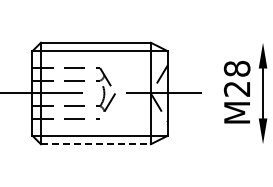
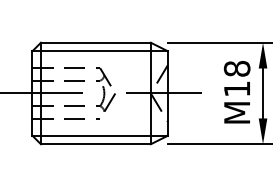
line at (218, 42): none -> present
text at (236, 88): M28 -> M18
line at (95, 144): dashed -> solid
line at (218, 144): none -> present
